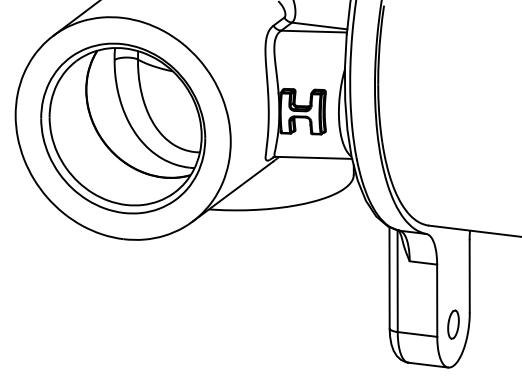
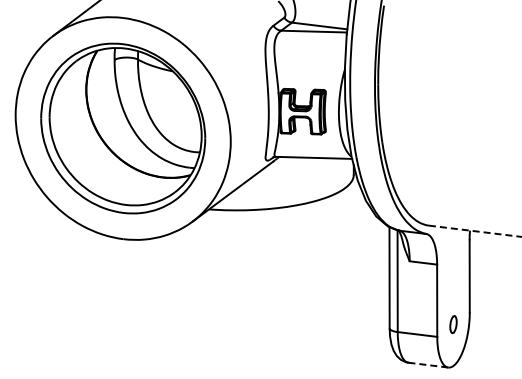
line at (475, 231): solid -> dashed
part at (453, 324) size: 13x31 px -> 9x20 px
line at (428, 365): solid -> dashed
